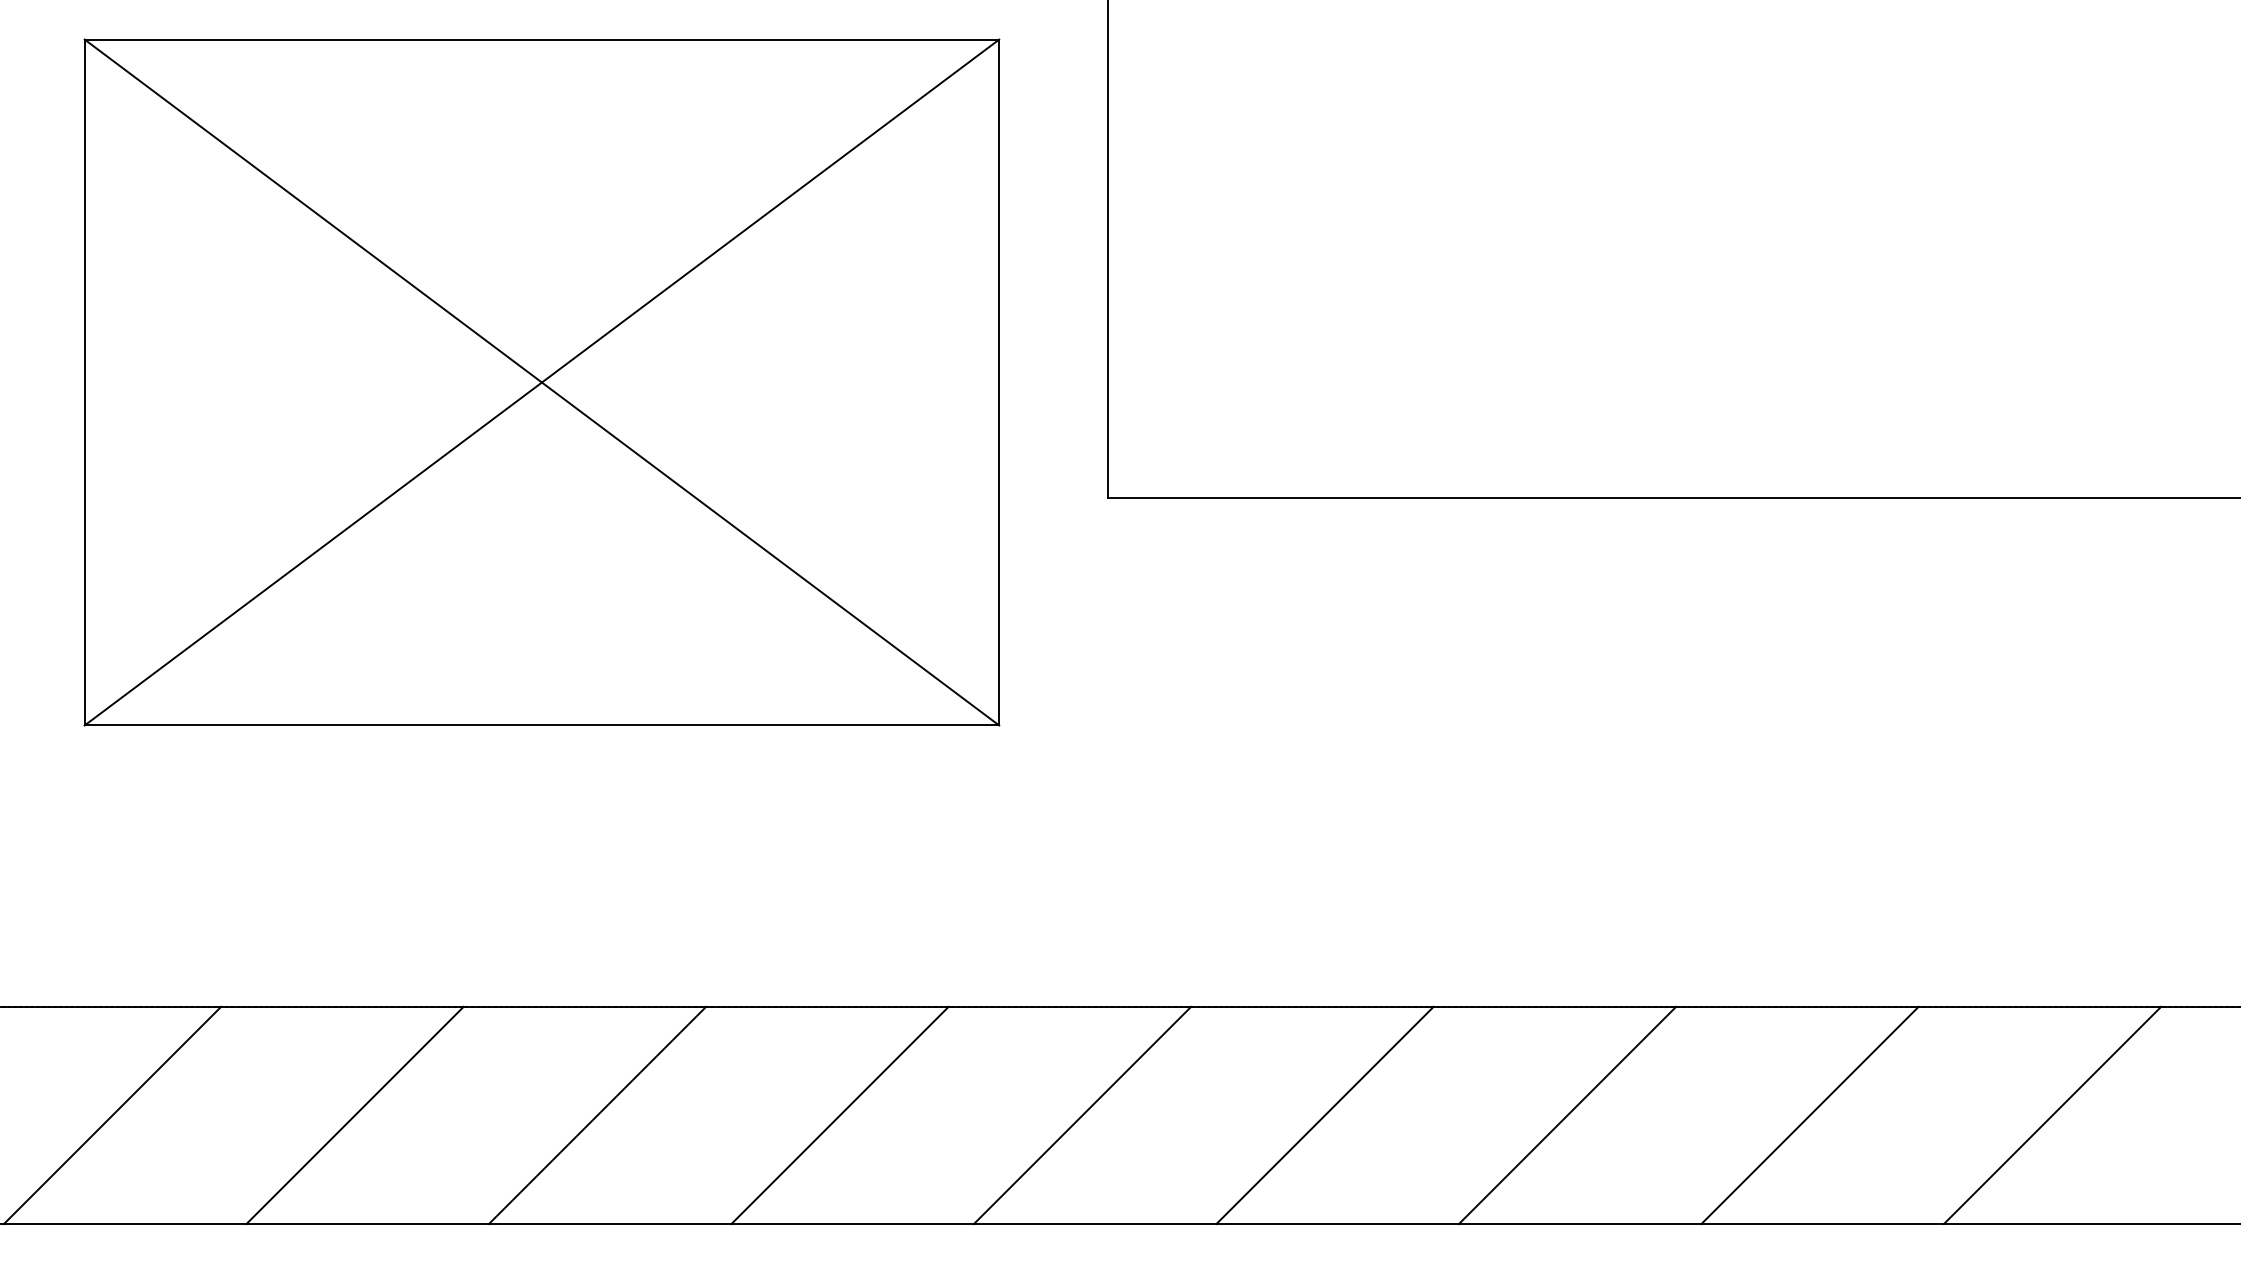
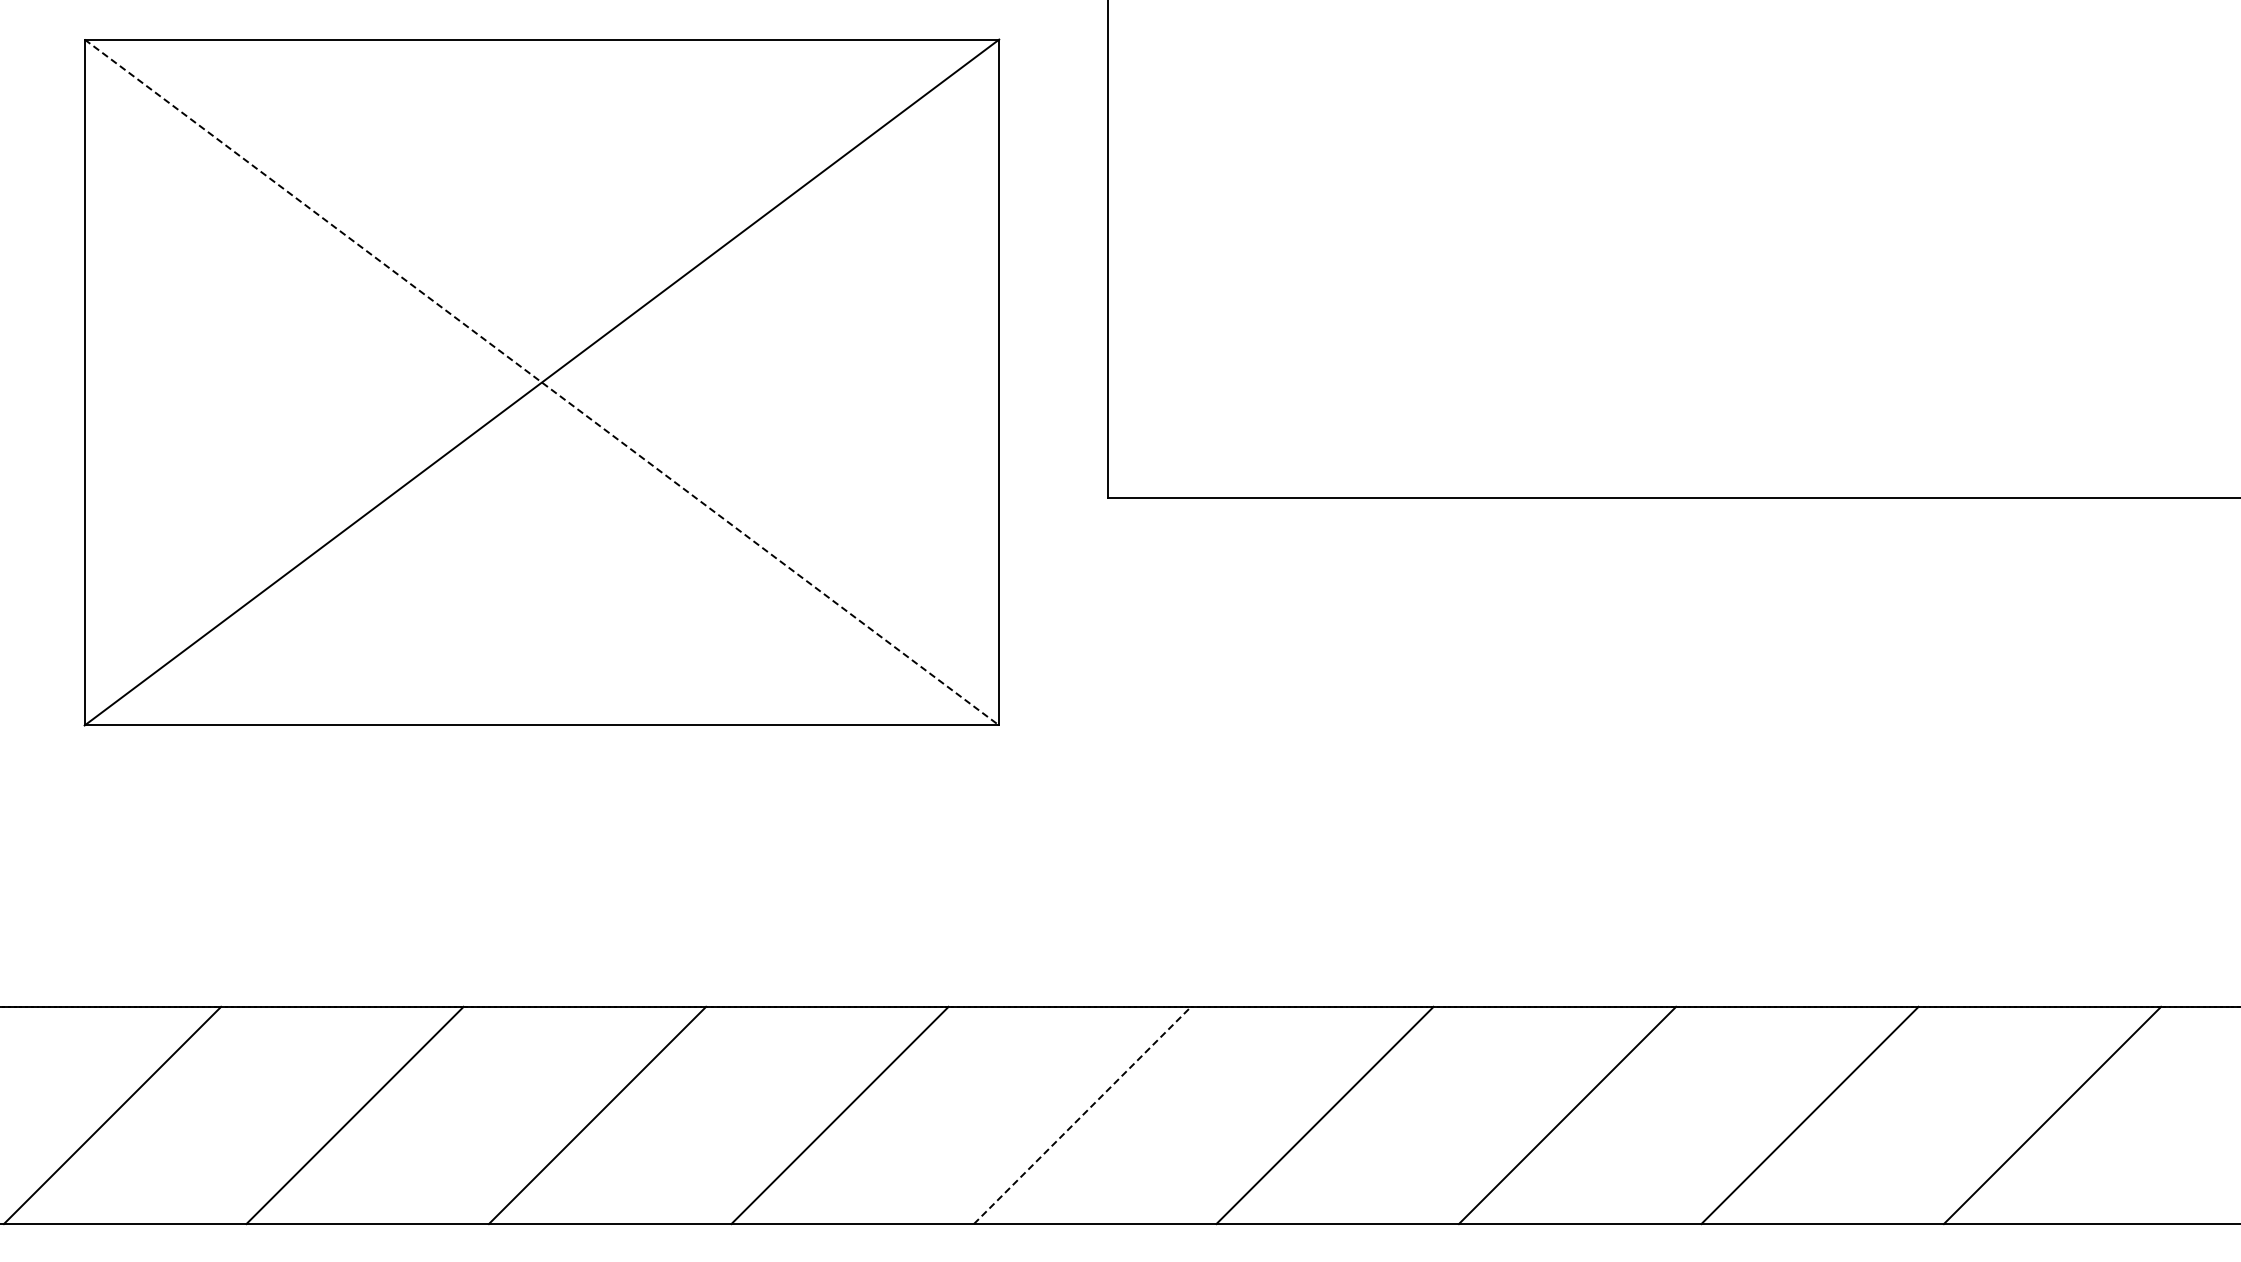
line at (541, 382): solid -> dashed
line at (1082, 1115): solid -> dashed
